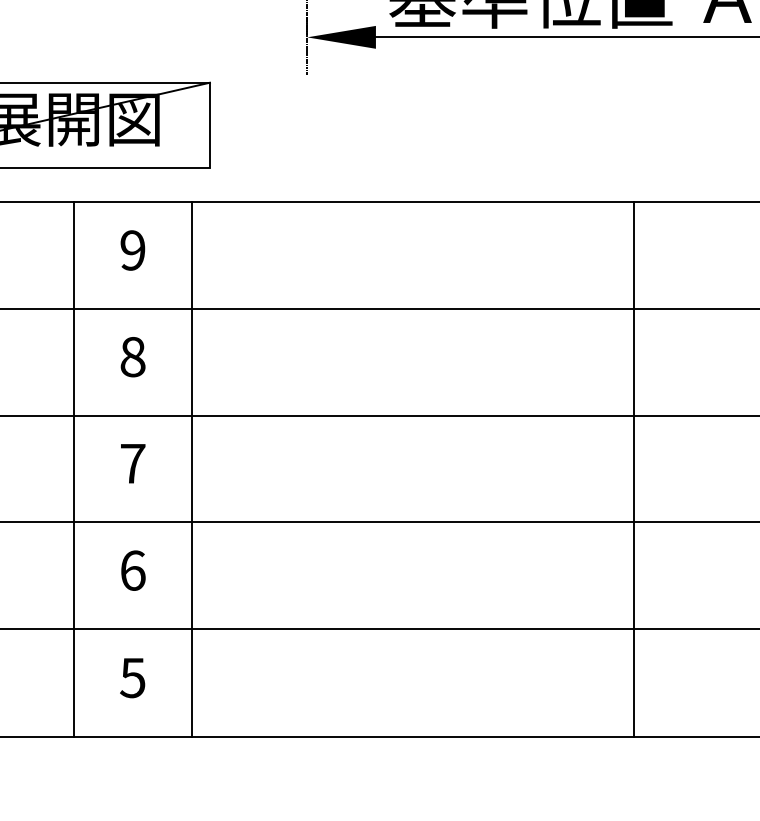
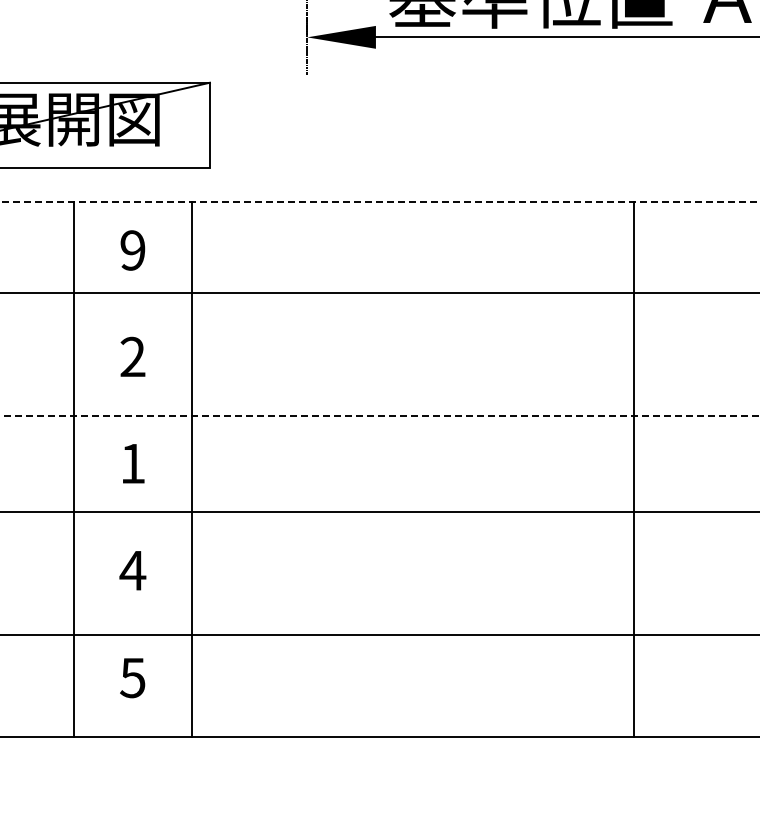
line at (380, 202): solid -> dashed
line at (379, 308) position: (379, 308) -> (379, 292)
text at (132, 356): 8 -> 2
line at (380, 415): solid -> dashed
text at (133, 463): 7 -> 1
line at (379, 522) position: (379, 522) -> (379, 512)
text at (132, 570): 6 -> 4
line at (379, 629) position: (379, 629) -> (379, 635)
